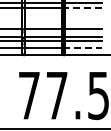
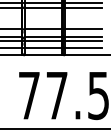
line at (83, 8): dashed -> solid
line at (82, 47): dashed -> solid
